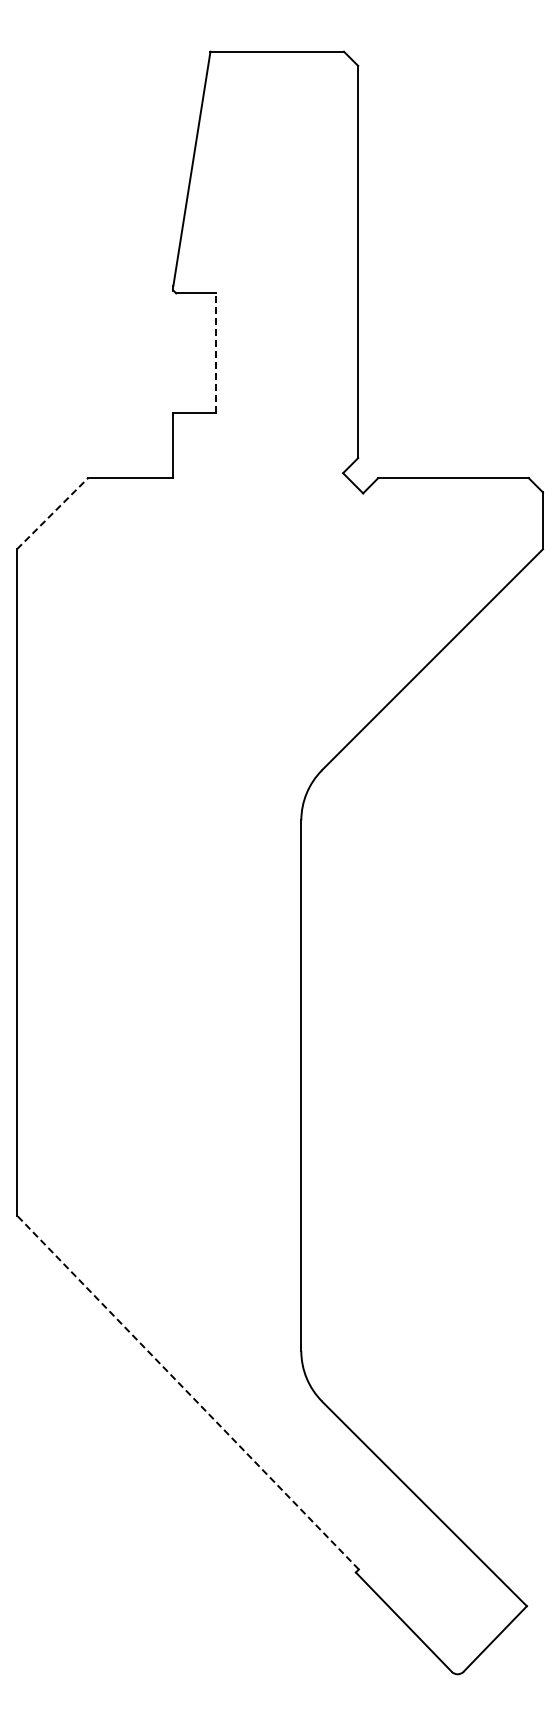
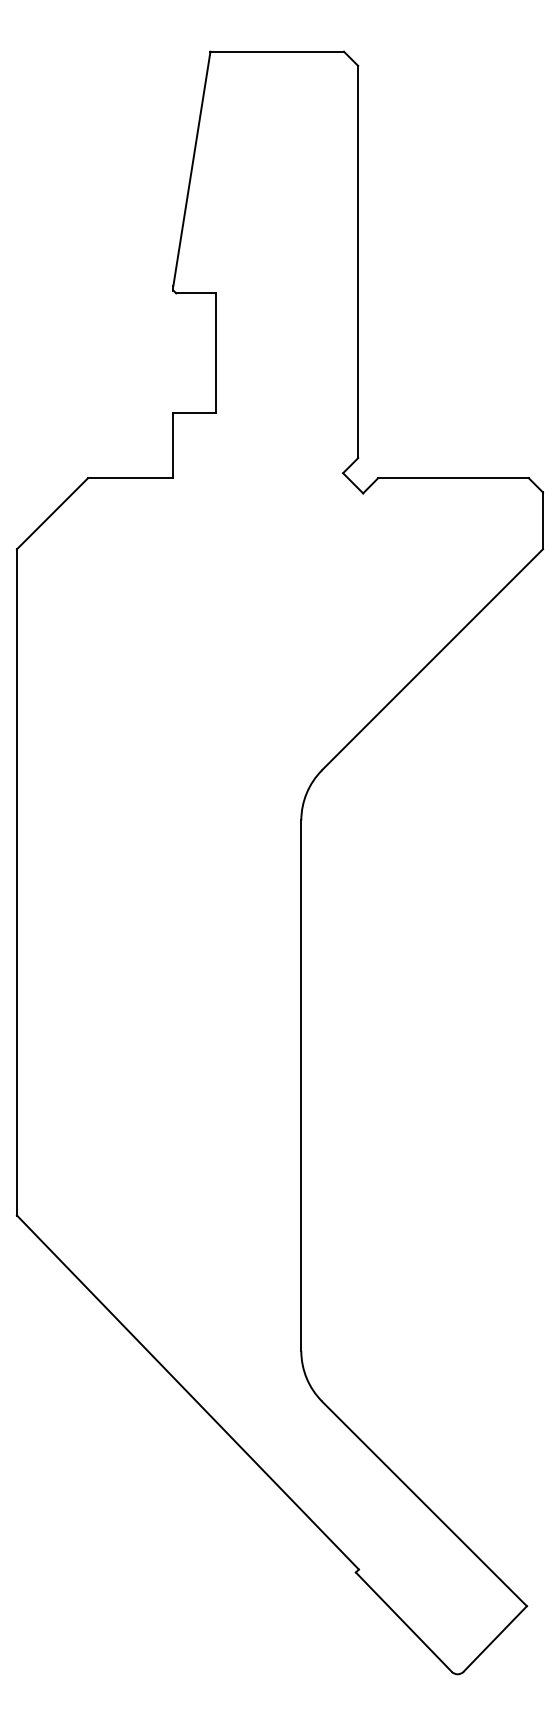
line at (216, 353): dashed -> solid
line at (52, 513): dashed -> solid
line at (187, 1392): dashed -> solid
